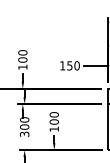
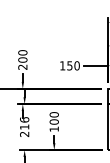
text at (22, 66): 100 -> 200
text at (24, 126): 300 -> 216
